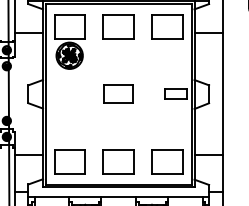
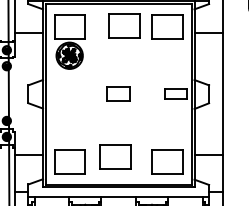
part at (118, 26) position: (118, 26) -> (124, 25)
part at (118, 93) size: 31x20 px -> 25x16 px
part at (118, 161) position: (118, 161) -> (115, 156)
